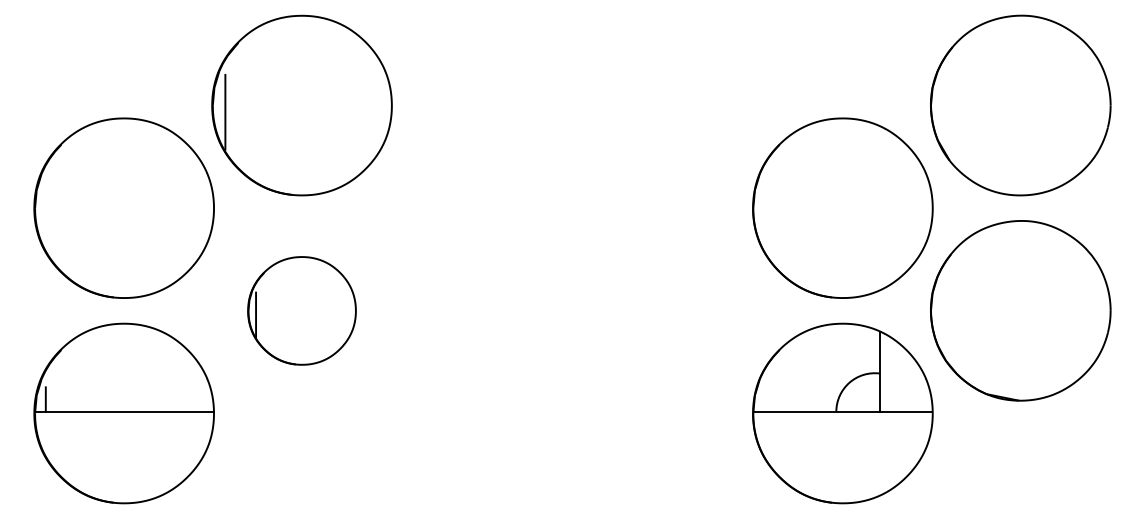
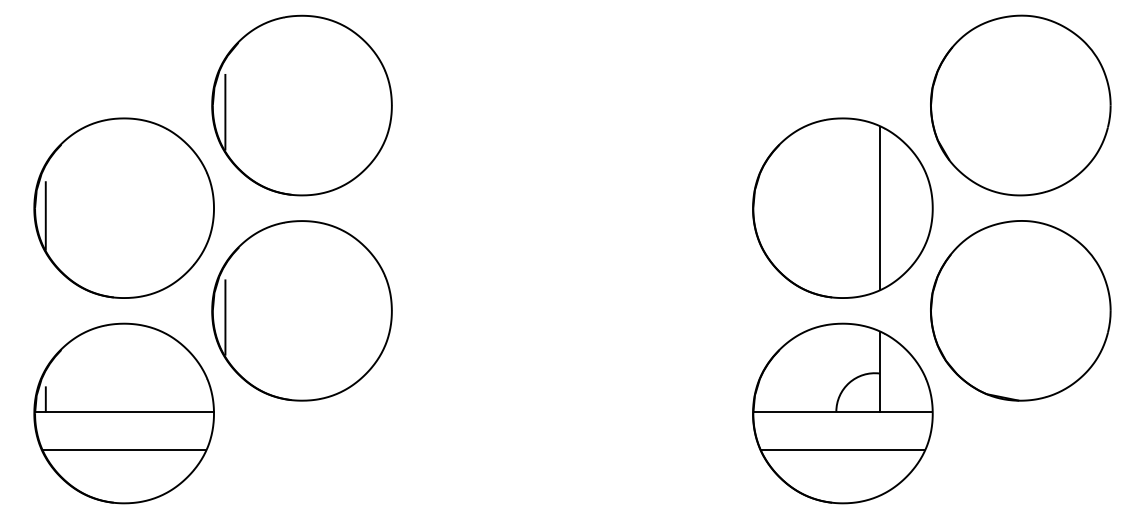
line at (879, 207): none -> present
line at (45, 215): none -> present
part at (301, 310) size: 110x110 px -> 182x182 px
line at (123, 450): none -> present
line at (842, 450): none -> present
